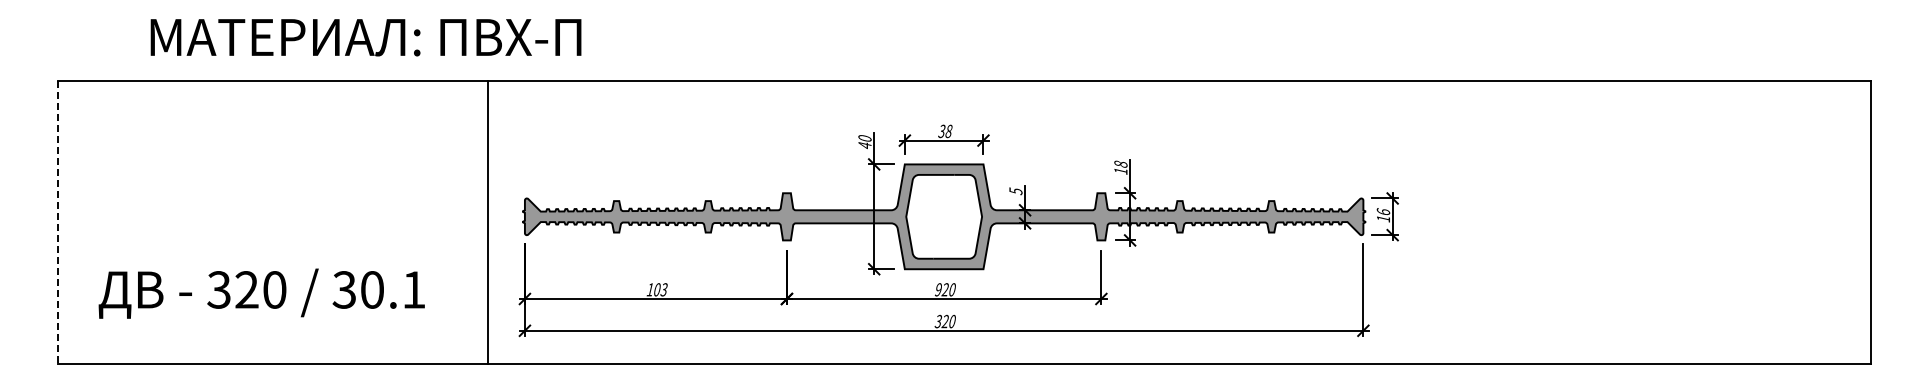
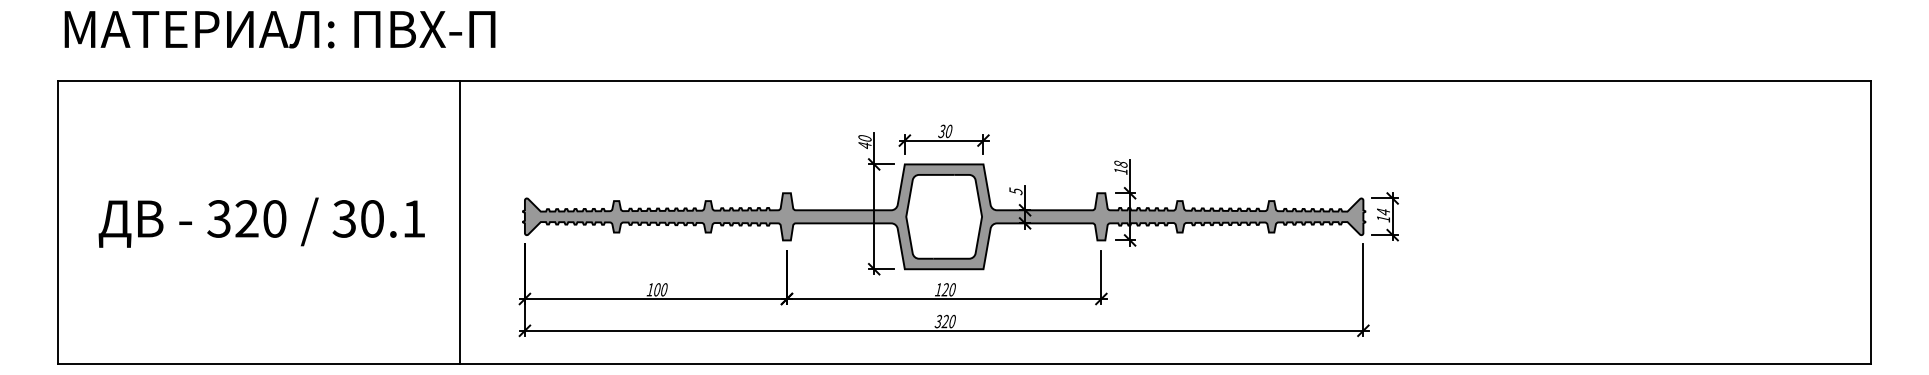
text at (365, 37) position: (365, 37) -> (279, 29)
text at (948, 131): 38 -> 30
text at (1383, 211): 16 -> 14
line at (488, 221) position: (488, 221) -> (460, 221)
line at (57, 222): dashed -> solid
text at (663, 289): 103 -> 100
text at (937, 289): 920 -> 120
text at (261, 293) position: (261, 293) -> (261, 222)
